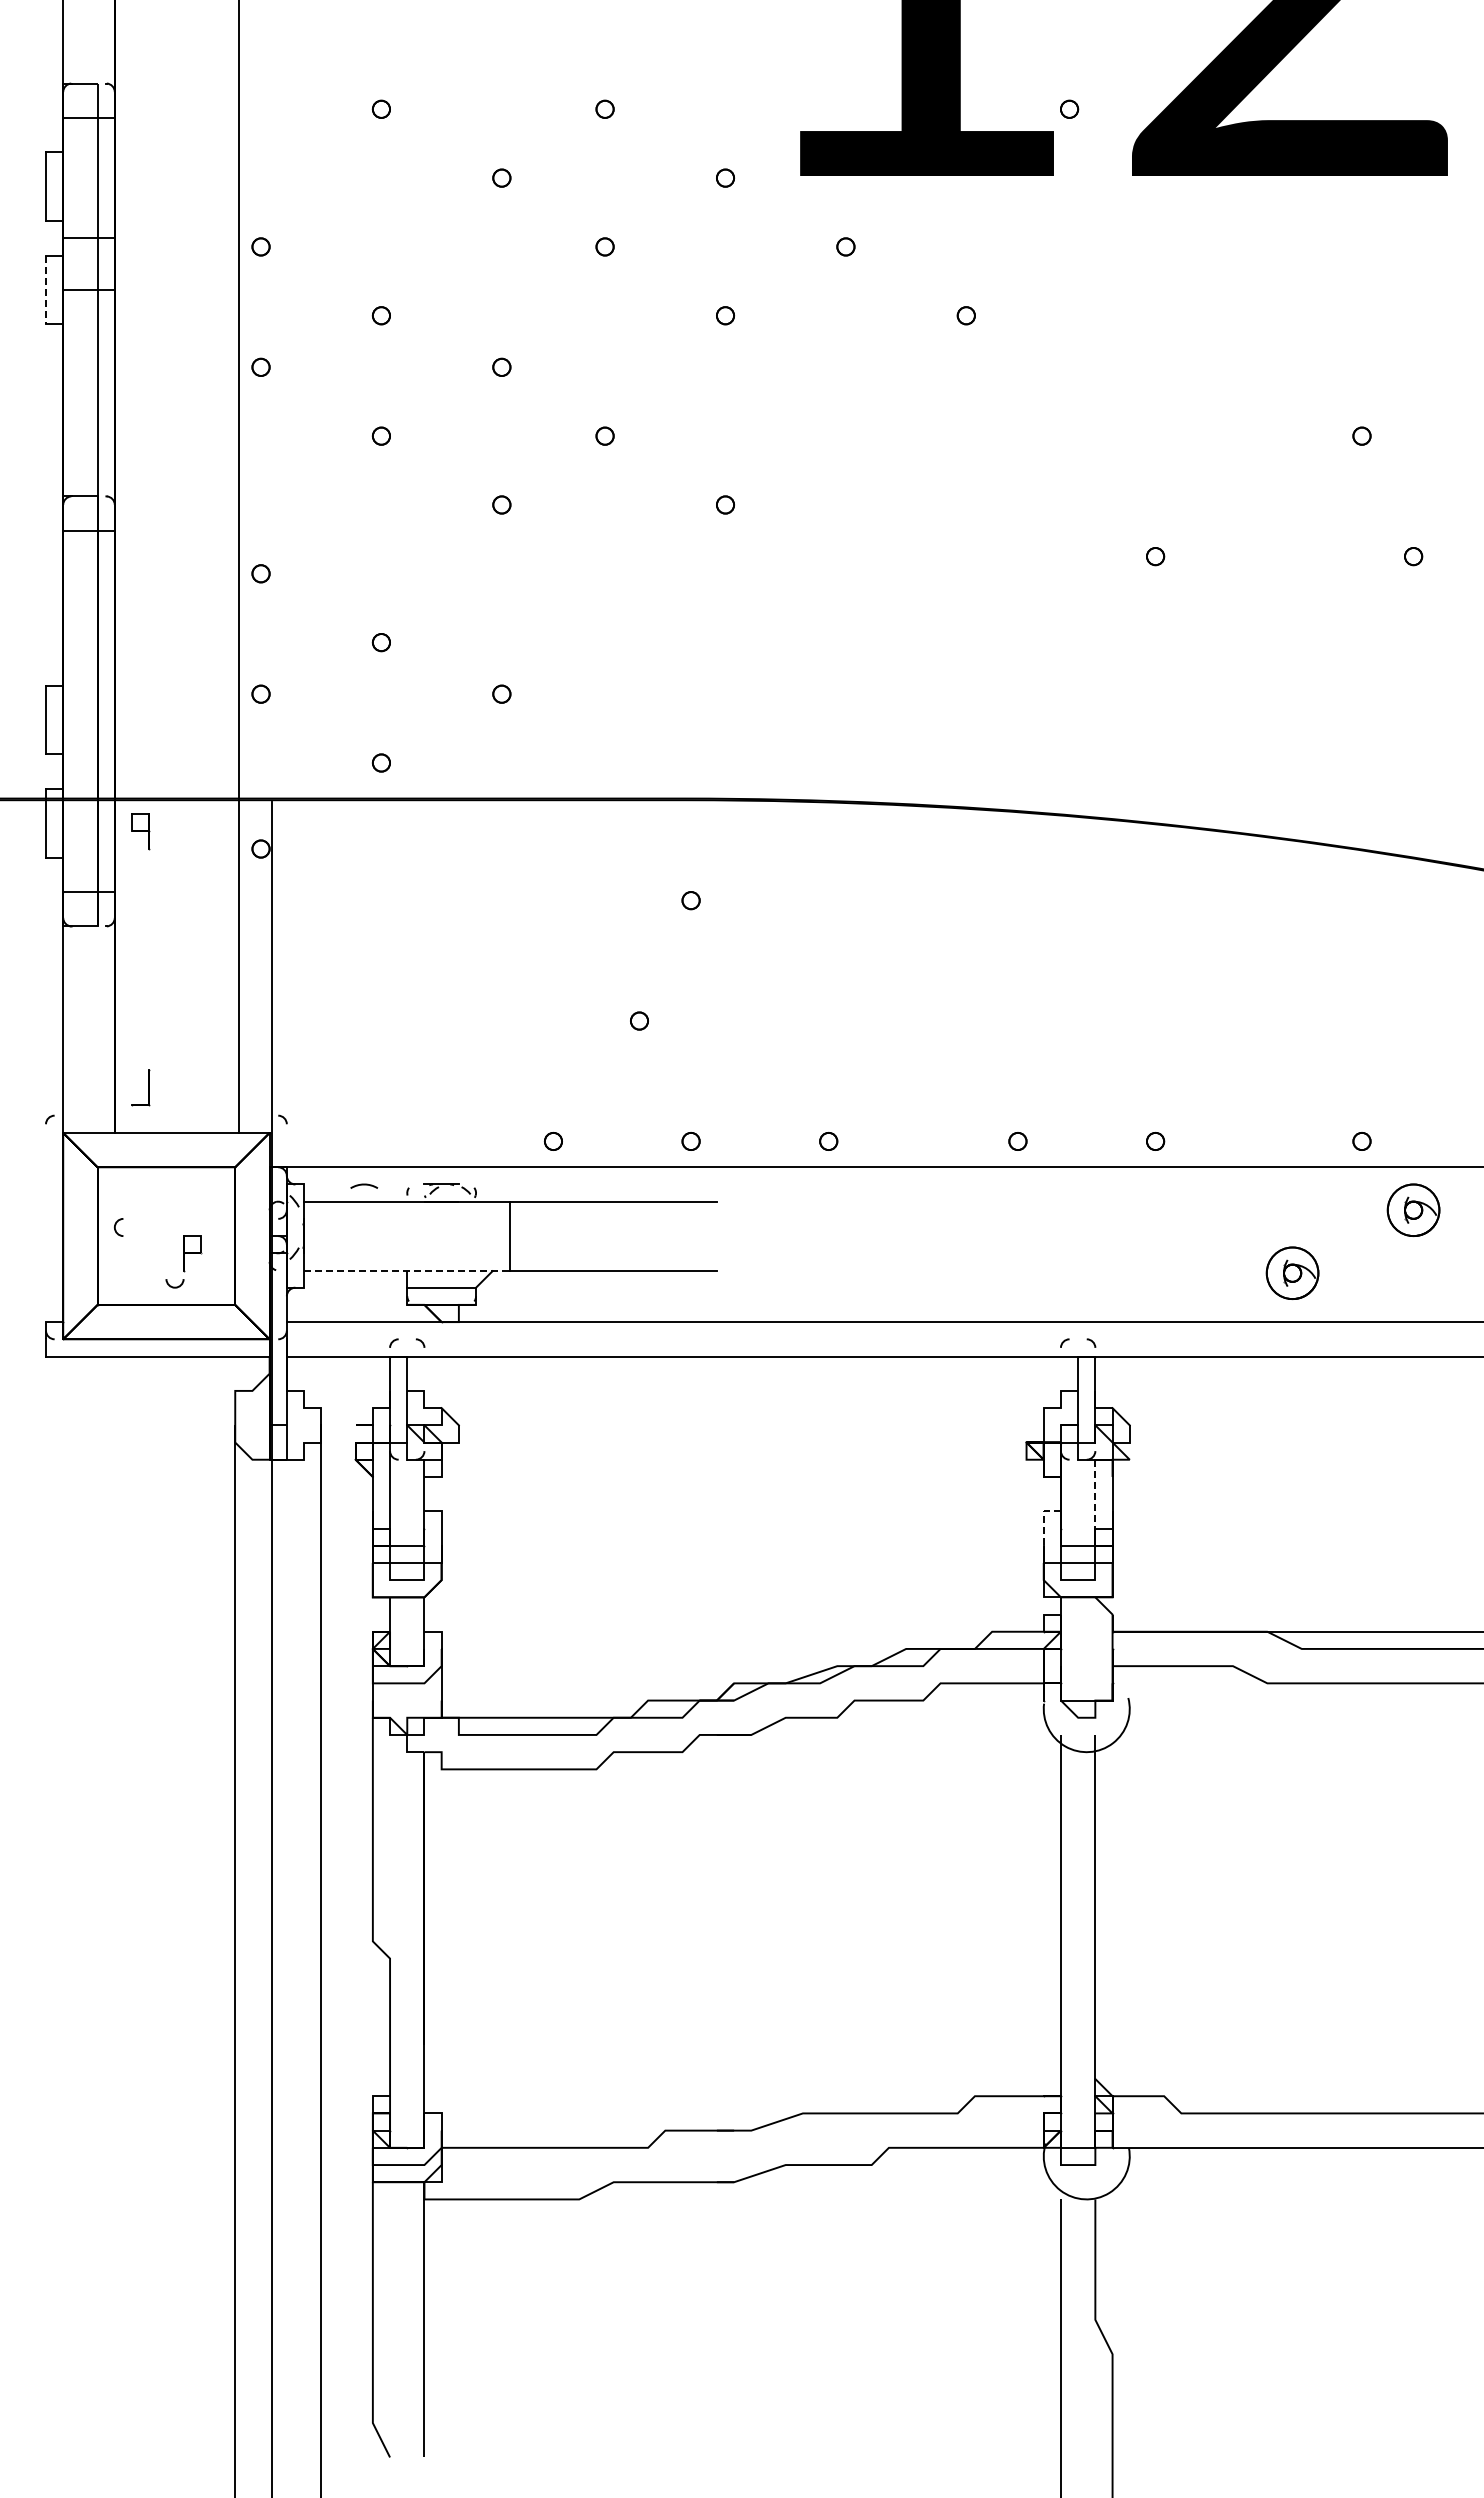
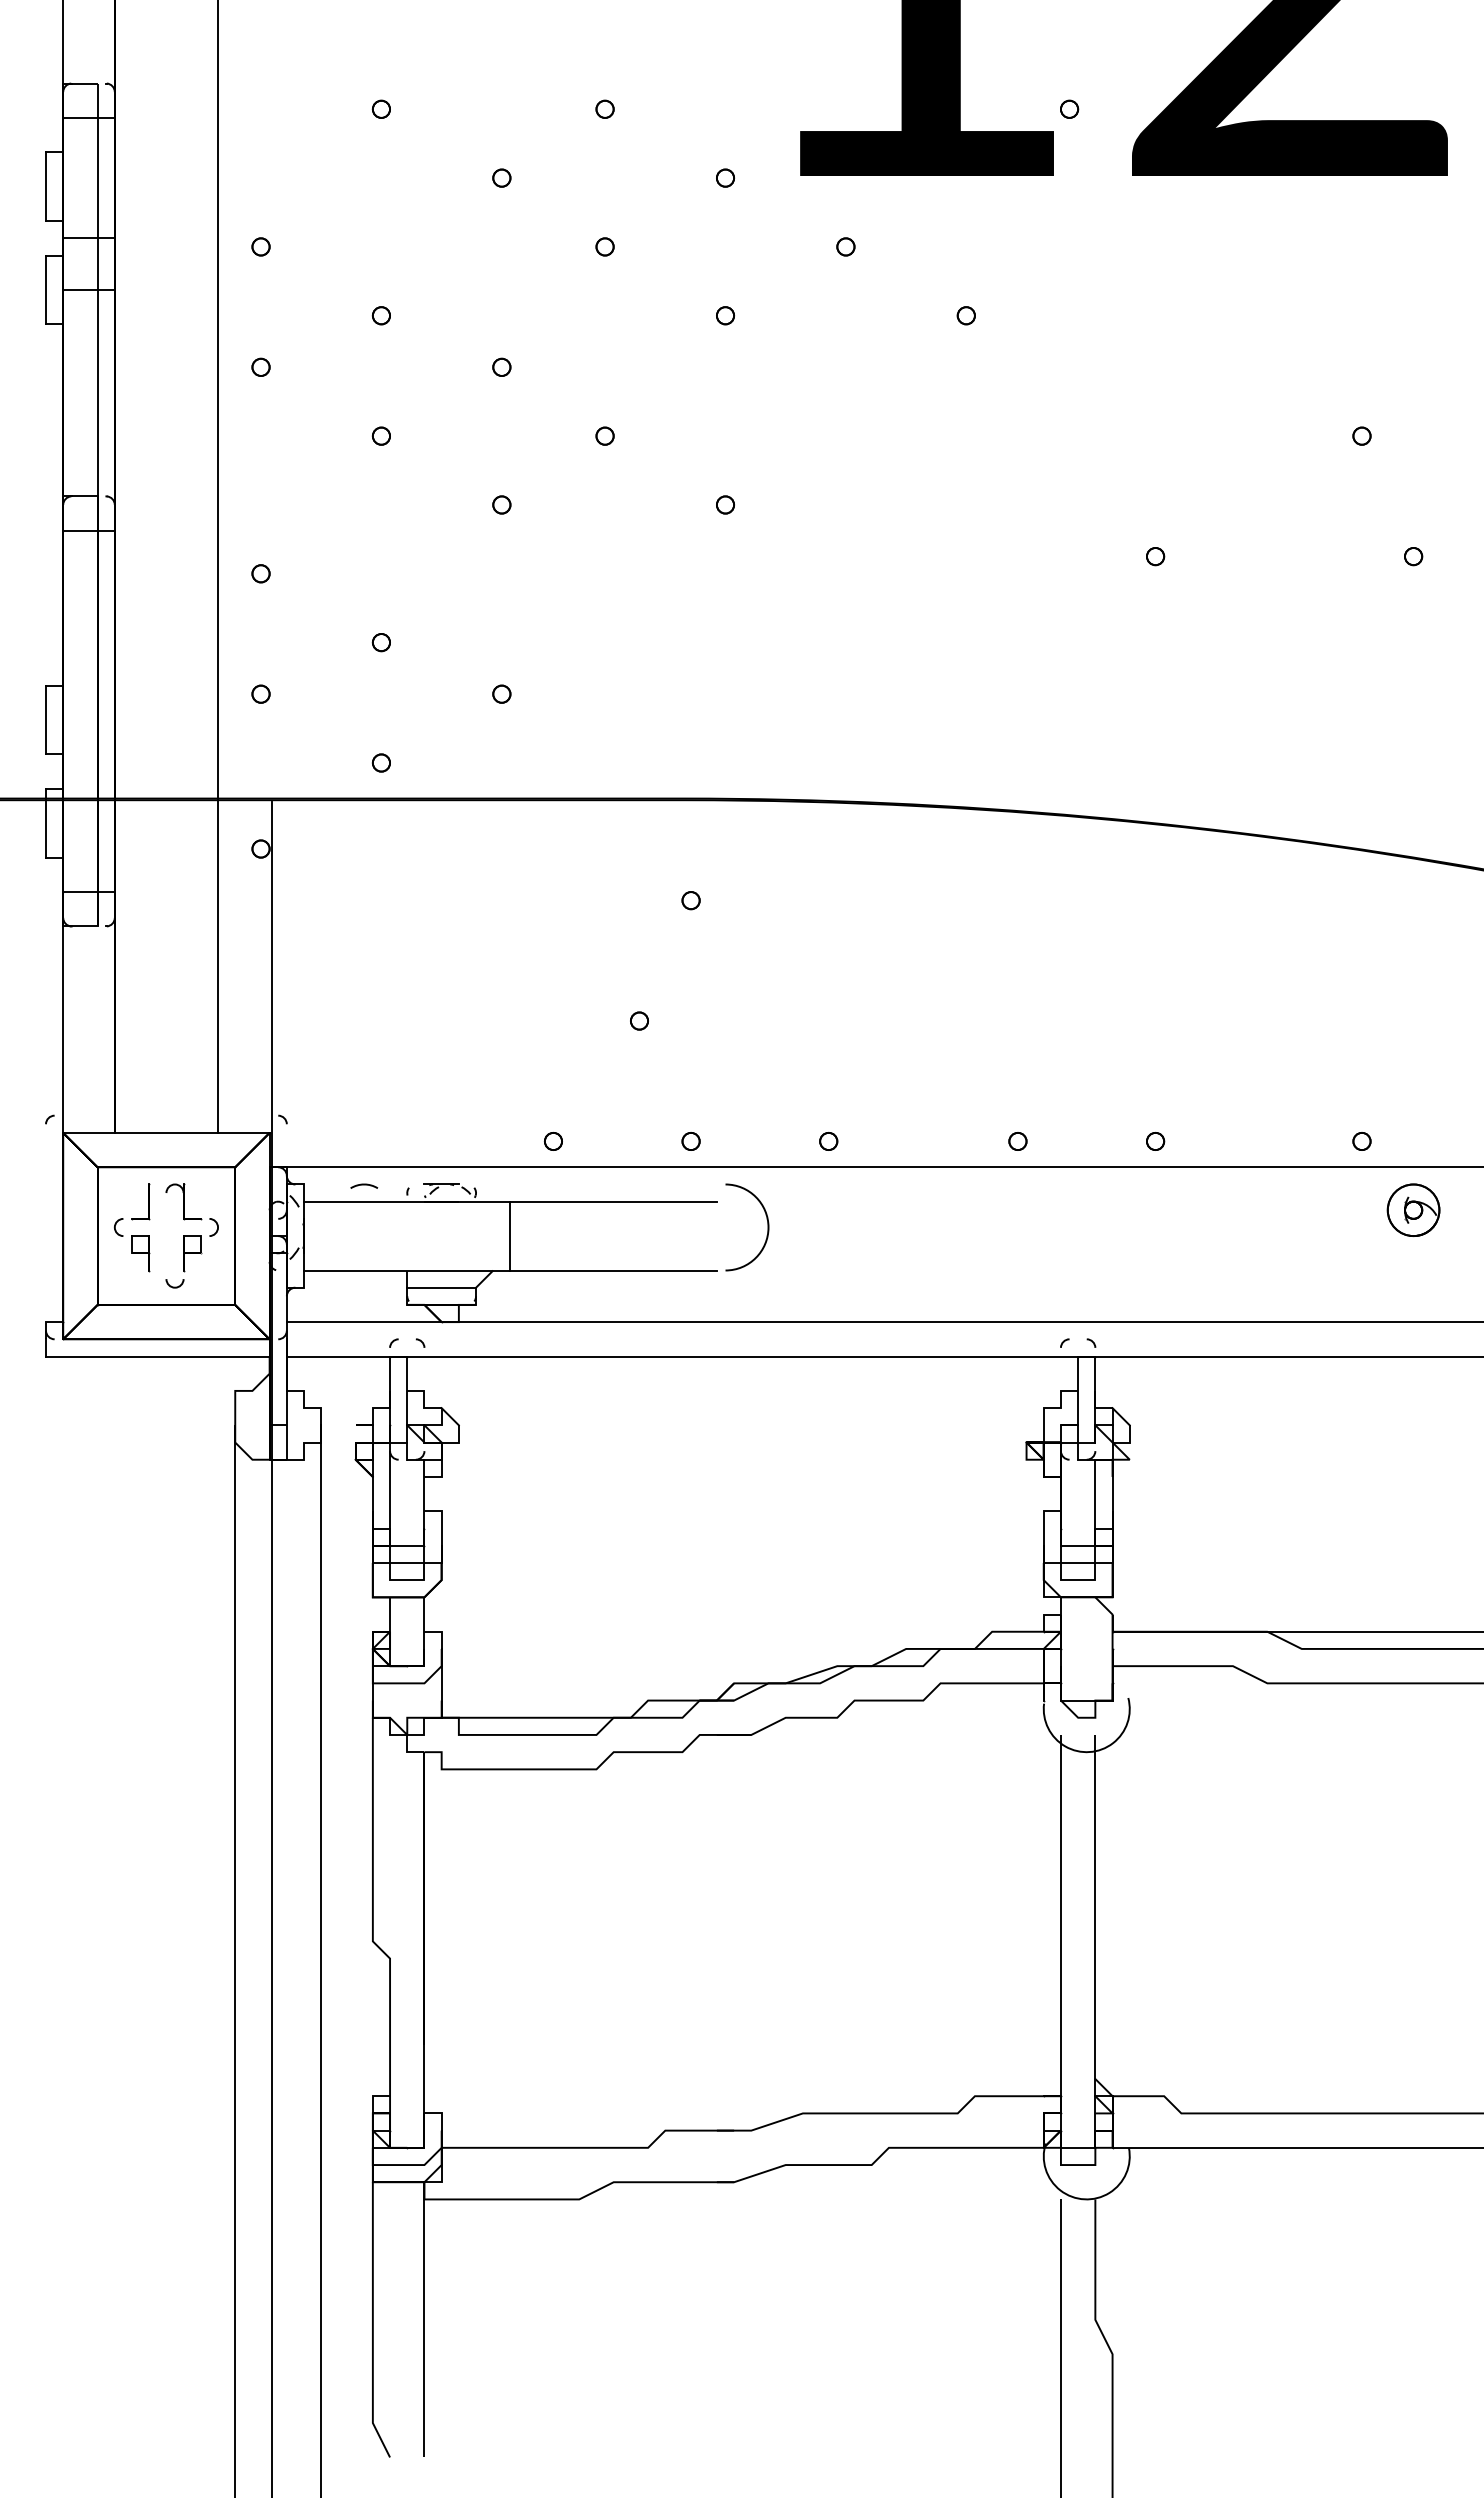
line at (46, 290): dashed -> solid
line at (239, 567) position: (239, 567) -> (218, 567)
part at (140, 831) position: (140, 831) -> (140, 1253)
part at (148, 1087) position: (148, 1087) -> (148, 1201)
part at (184, 1209): none -> present
curve at (767, 1227): none -> present
line at (407, 1270): dashed -> solid
part at (1292, 1272): present -> none
line at (1095, 1494): dashed -> solid
line at (1043, 1519): dashed -> solid
